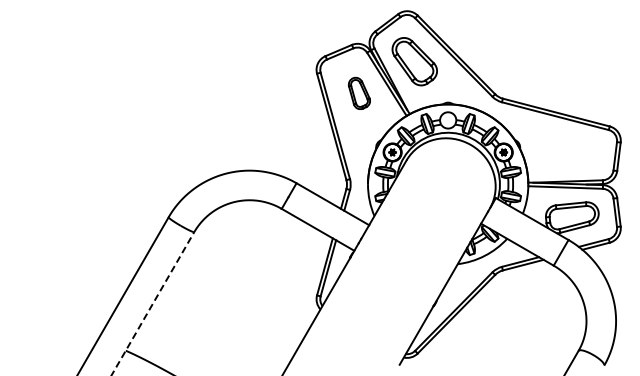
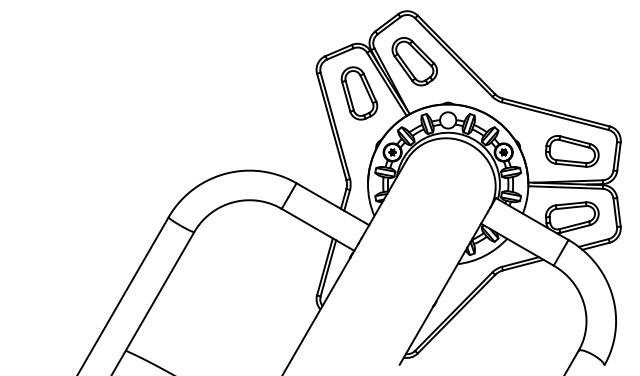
part at (358, 92) size: 24x34 px -> 39x55 px
part at (572, 151): none -> present
line at (152, 303): dashed -> solid
